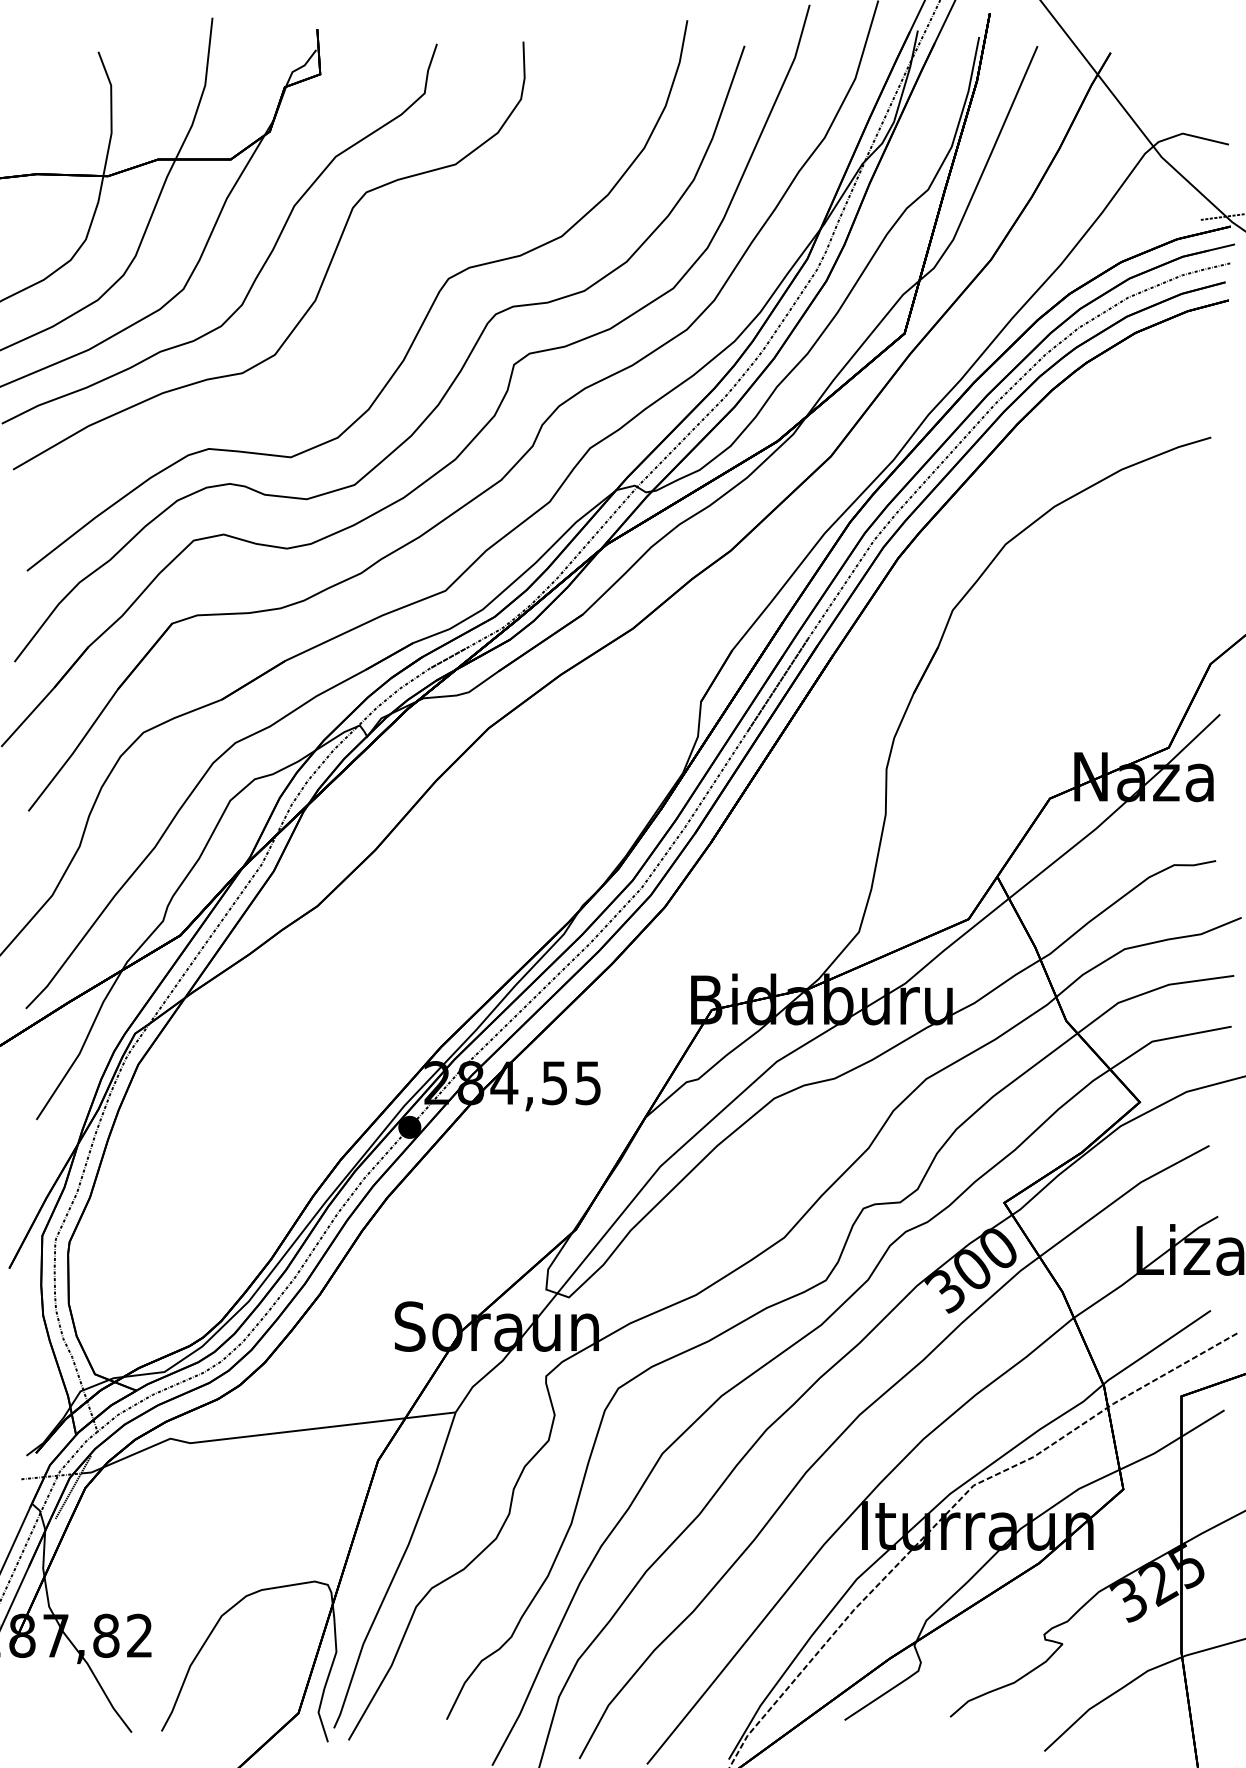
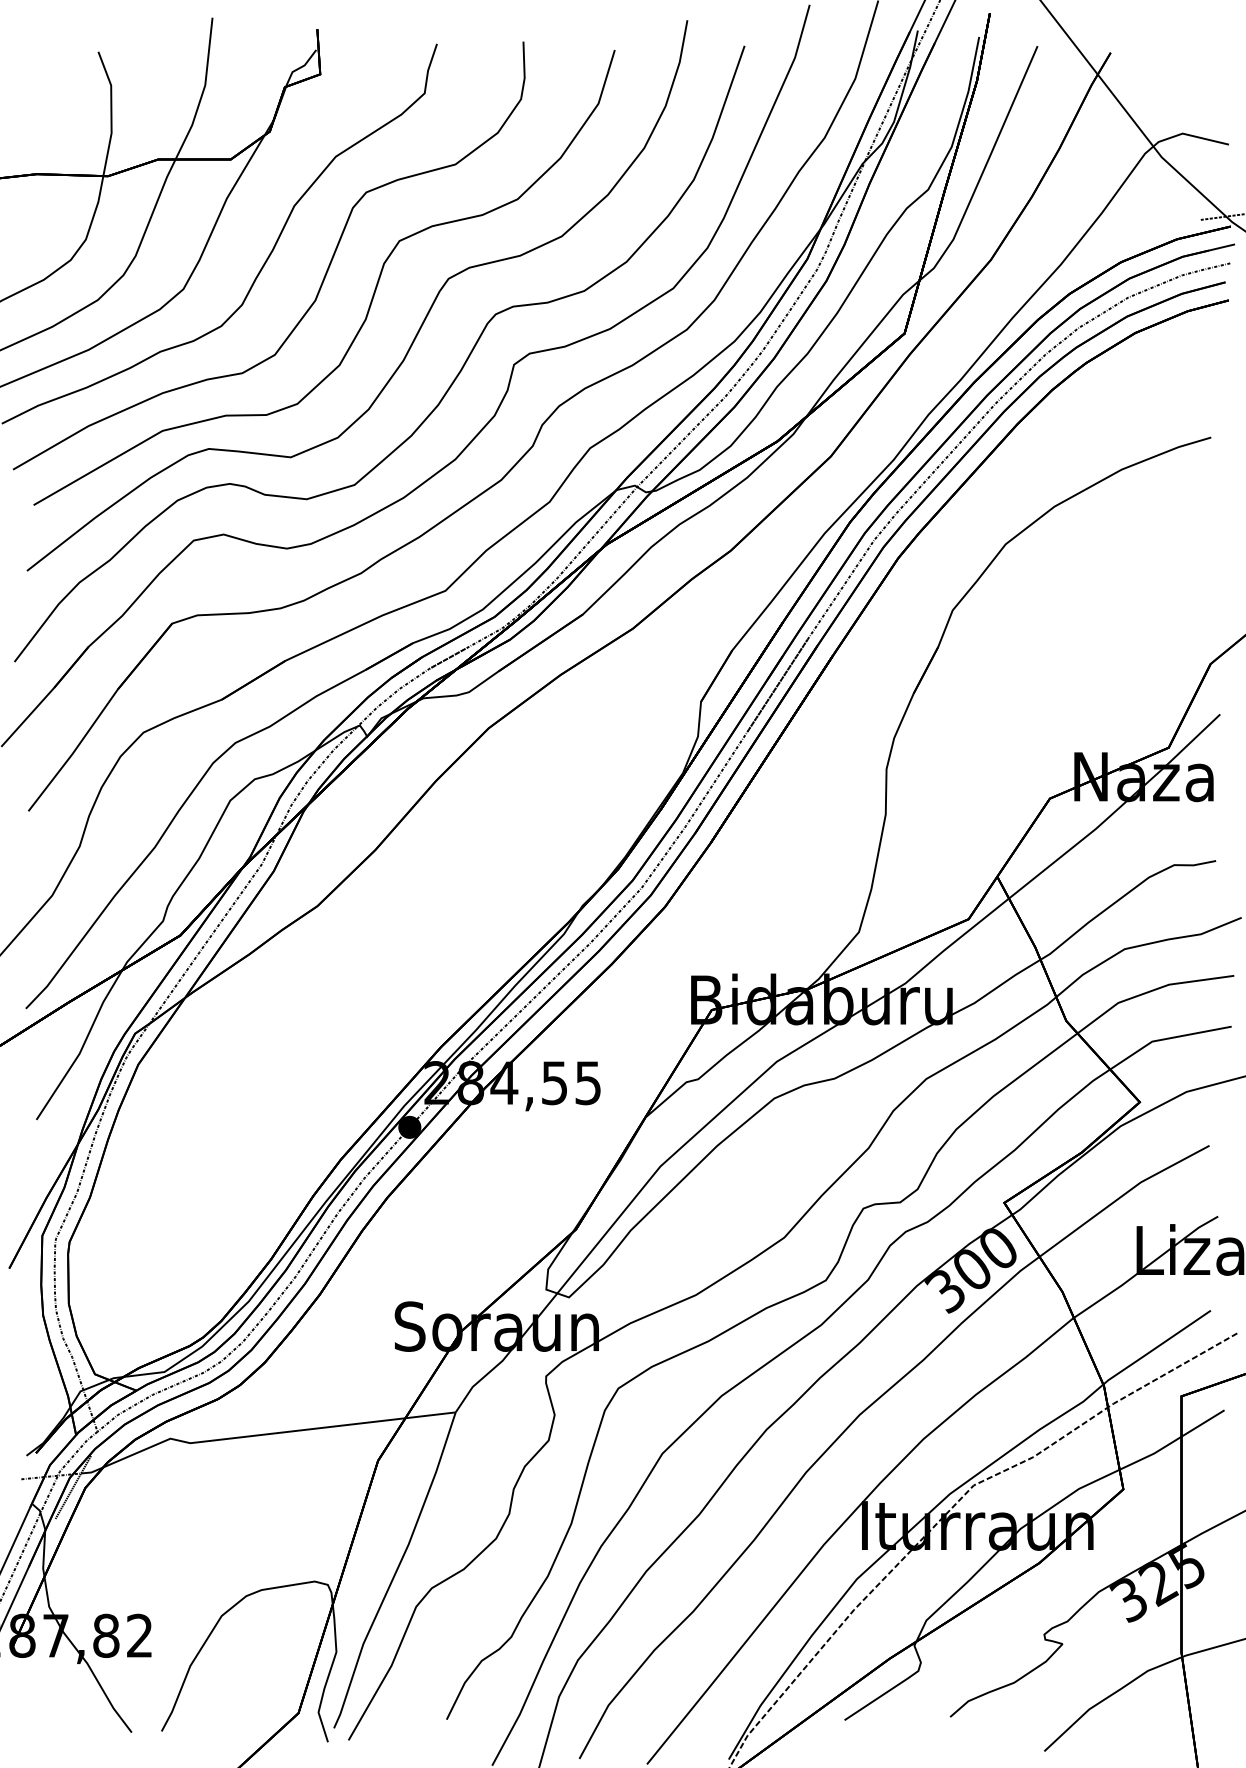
curve at (373, 292): none -> present
